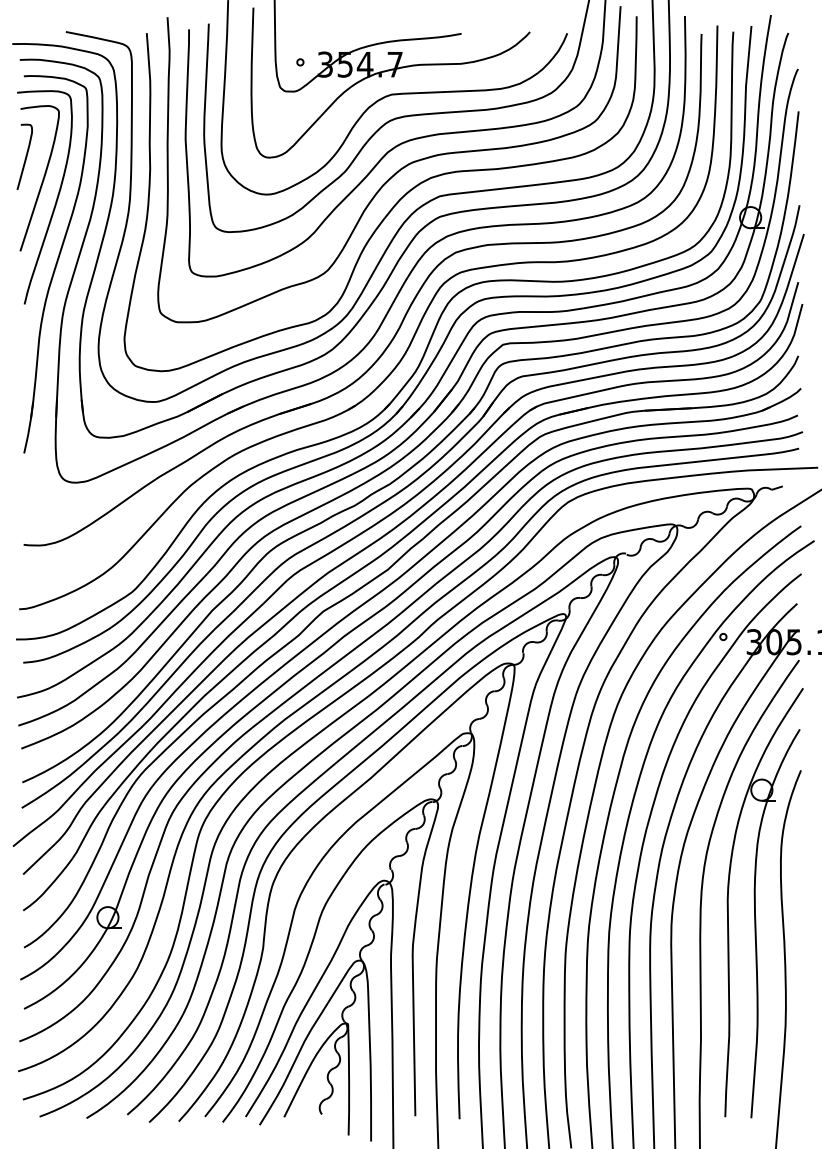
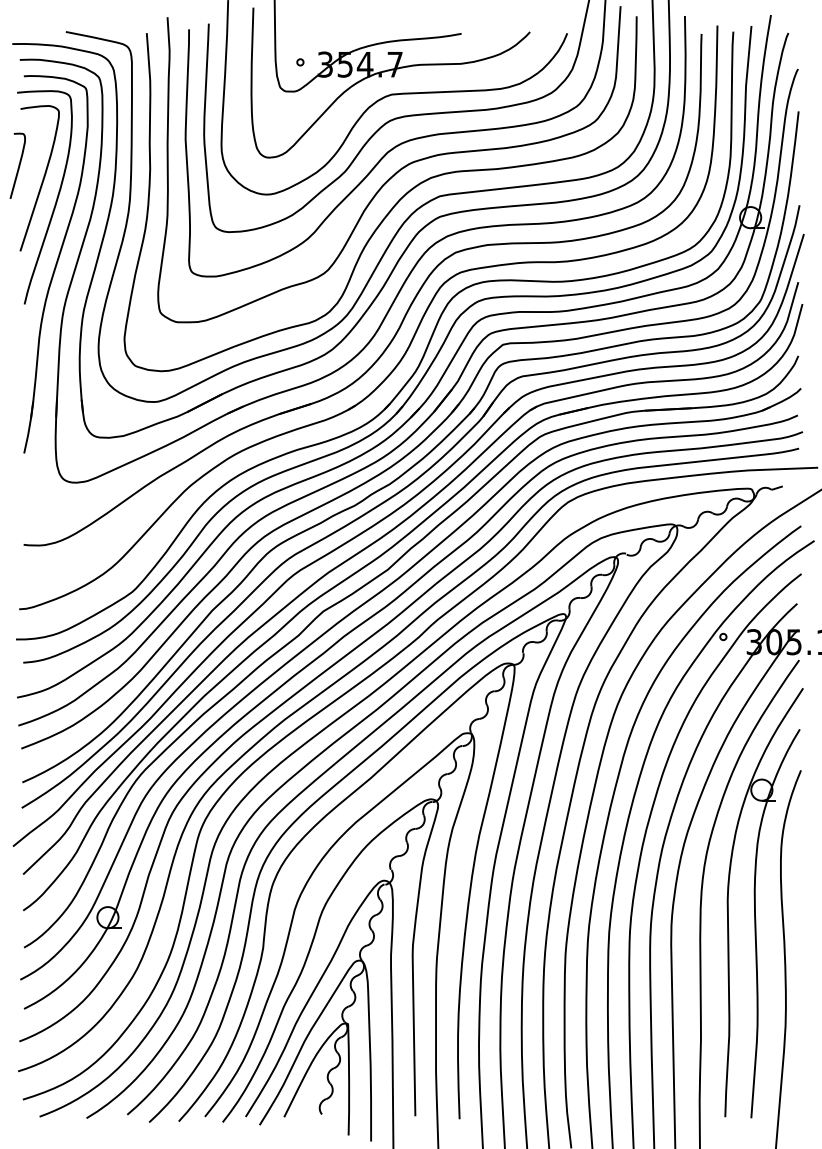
curve at (25, 156) position: (25, 156) -> (18, 165)
